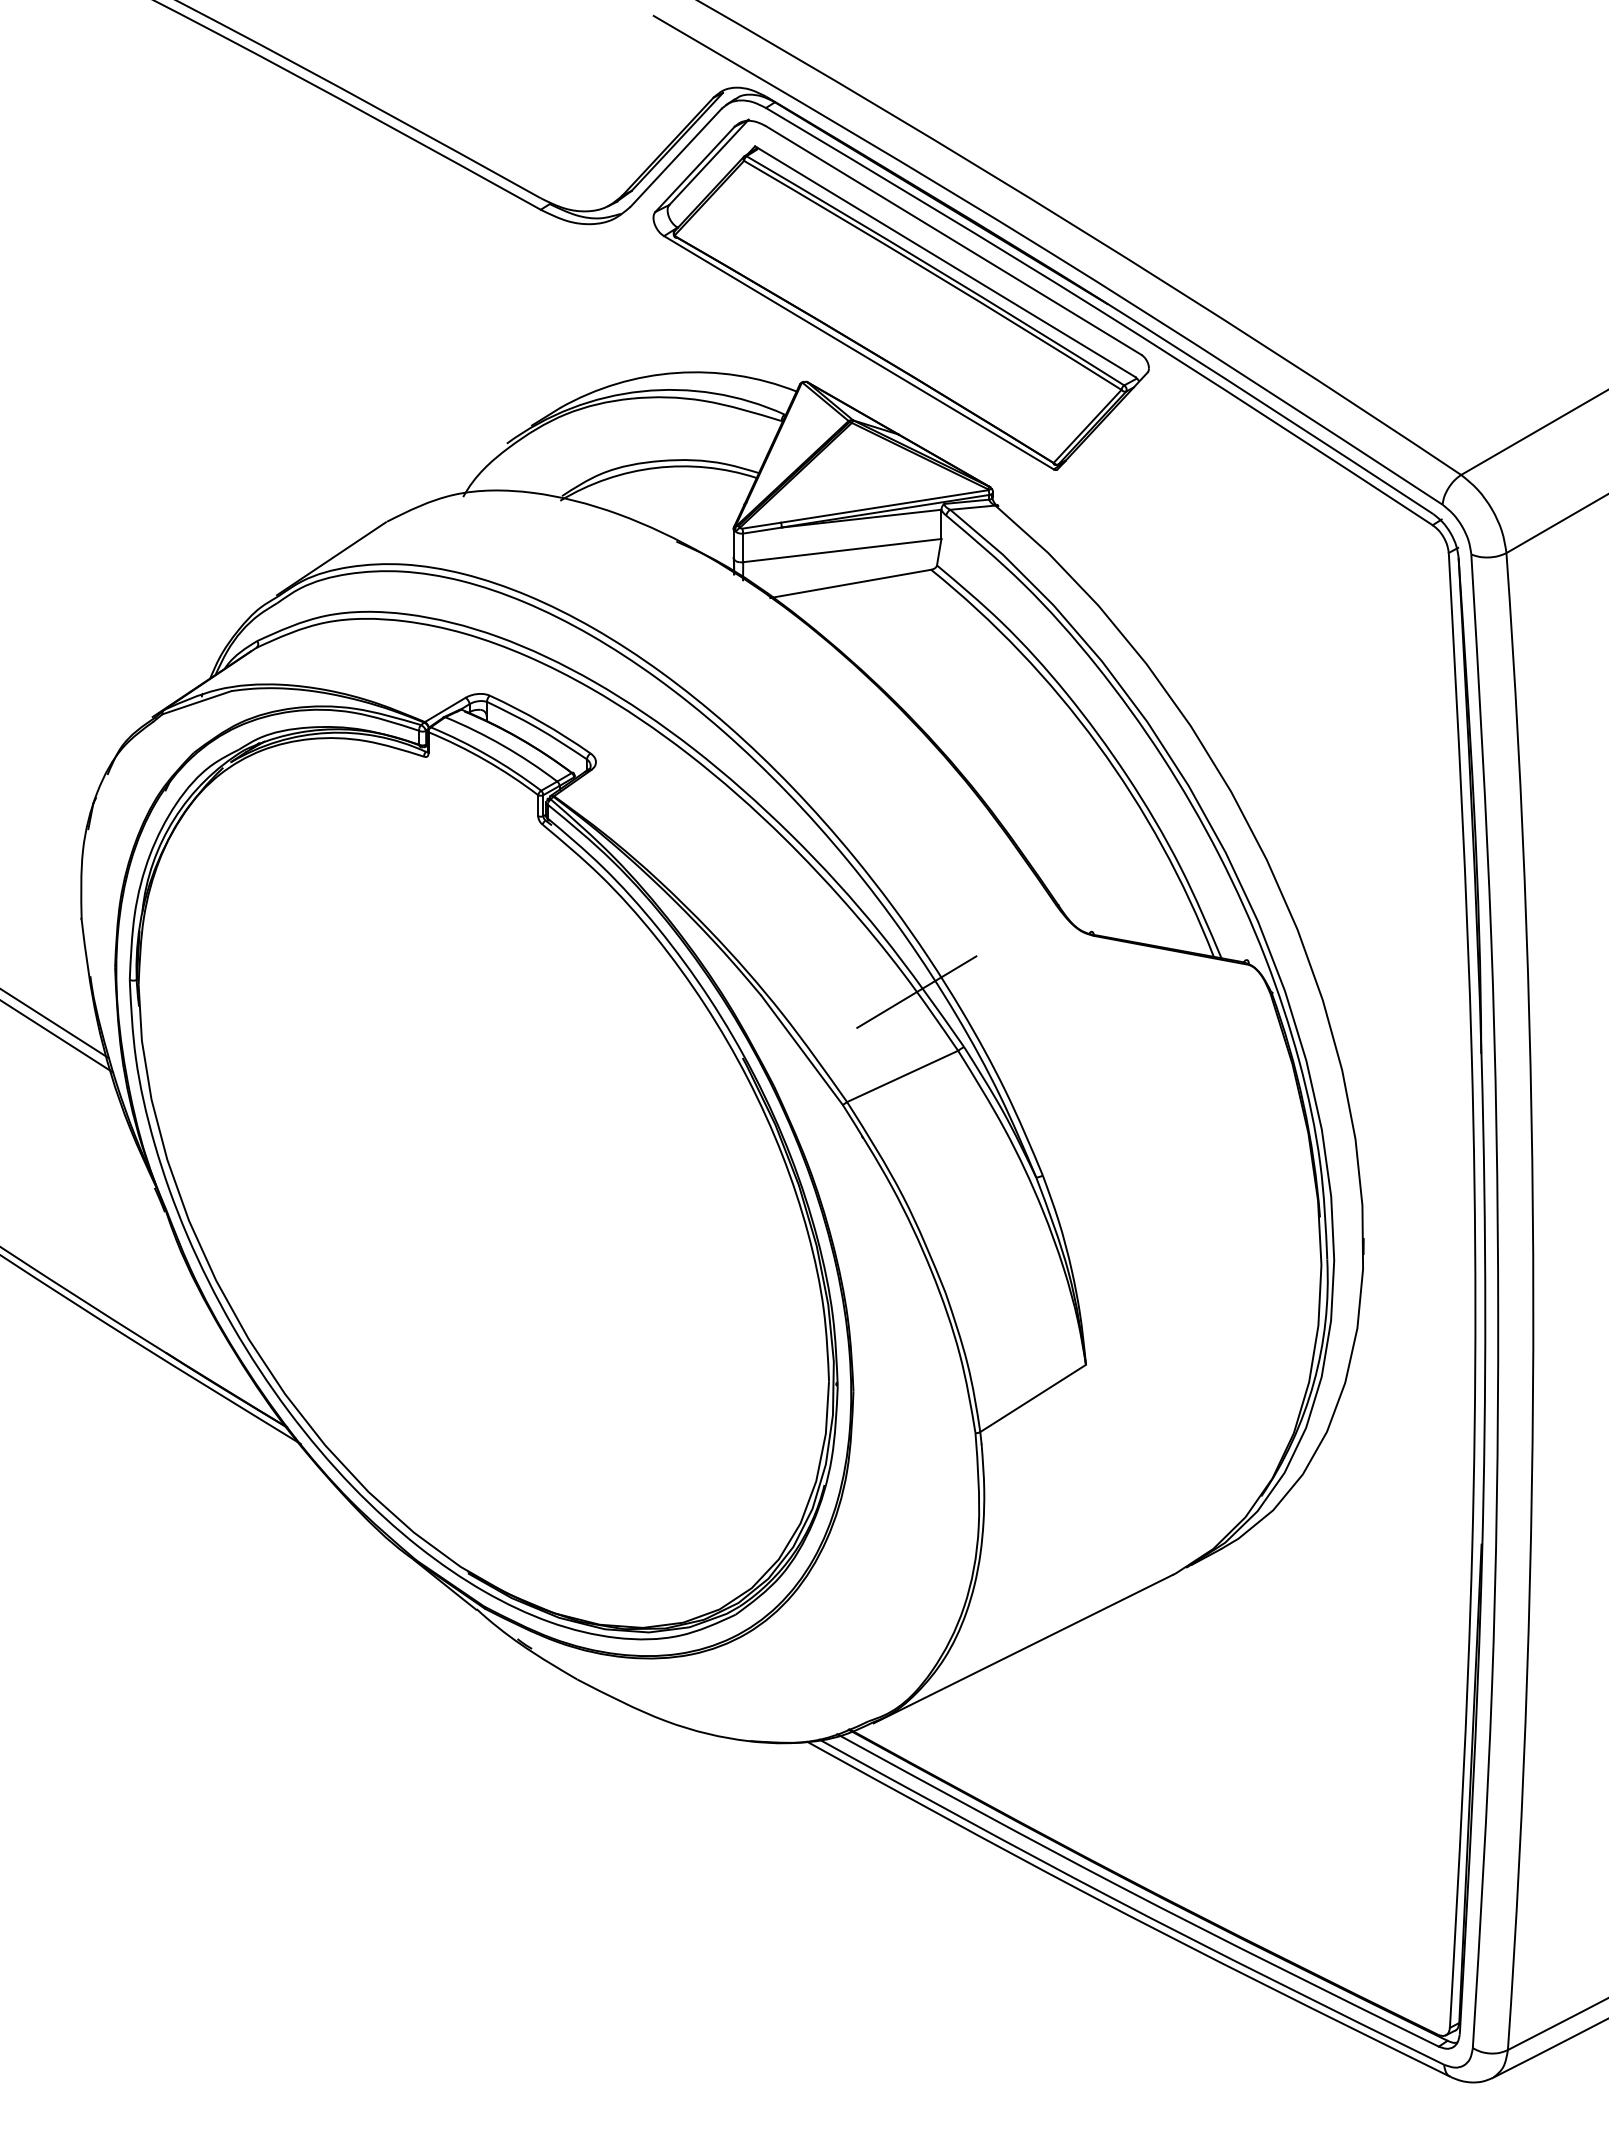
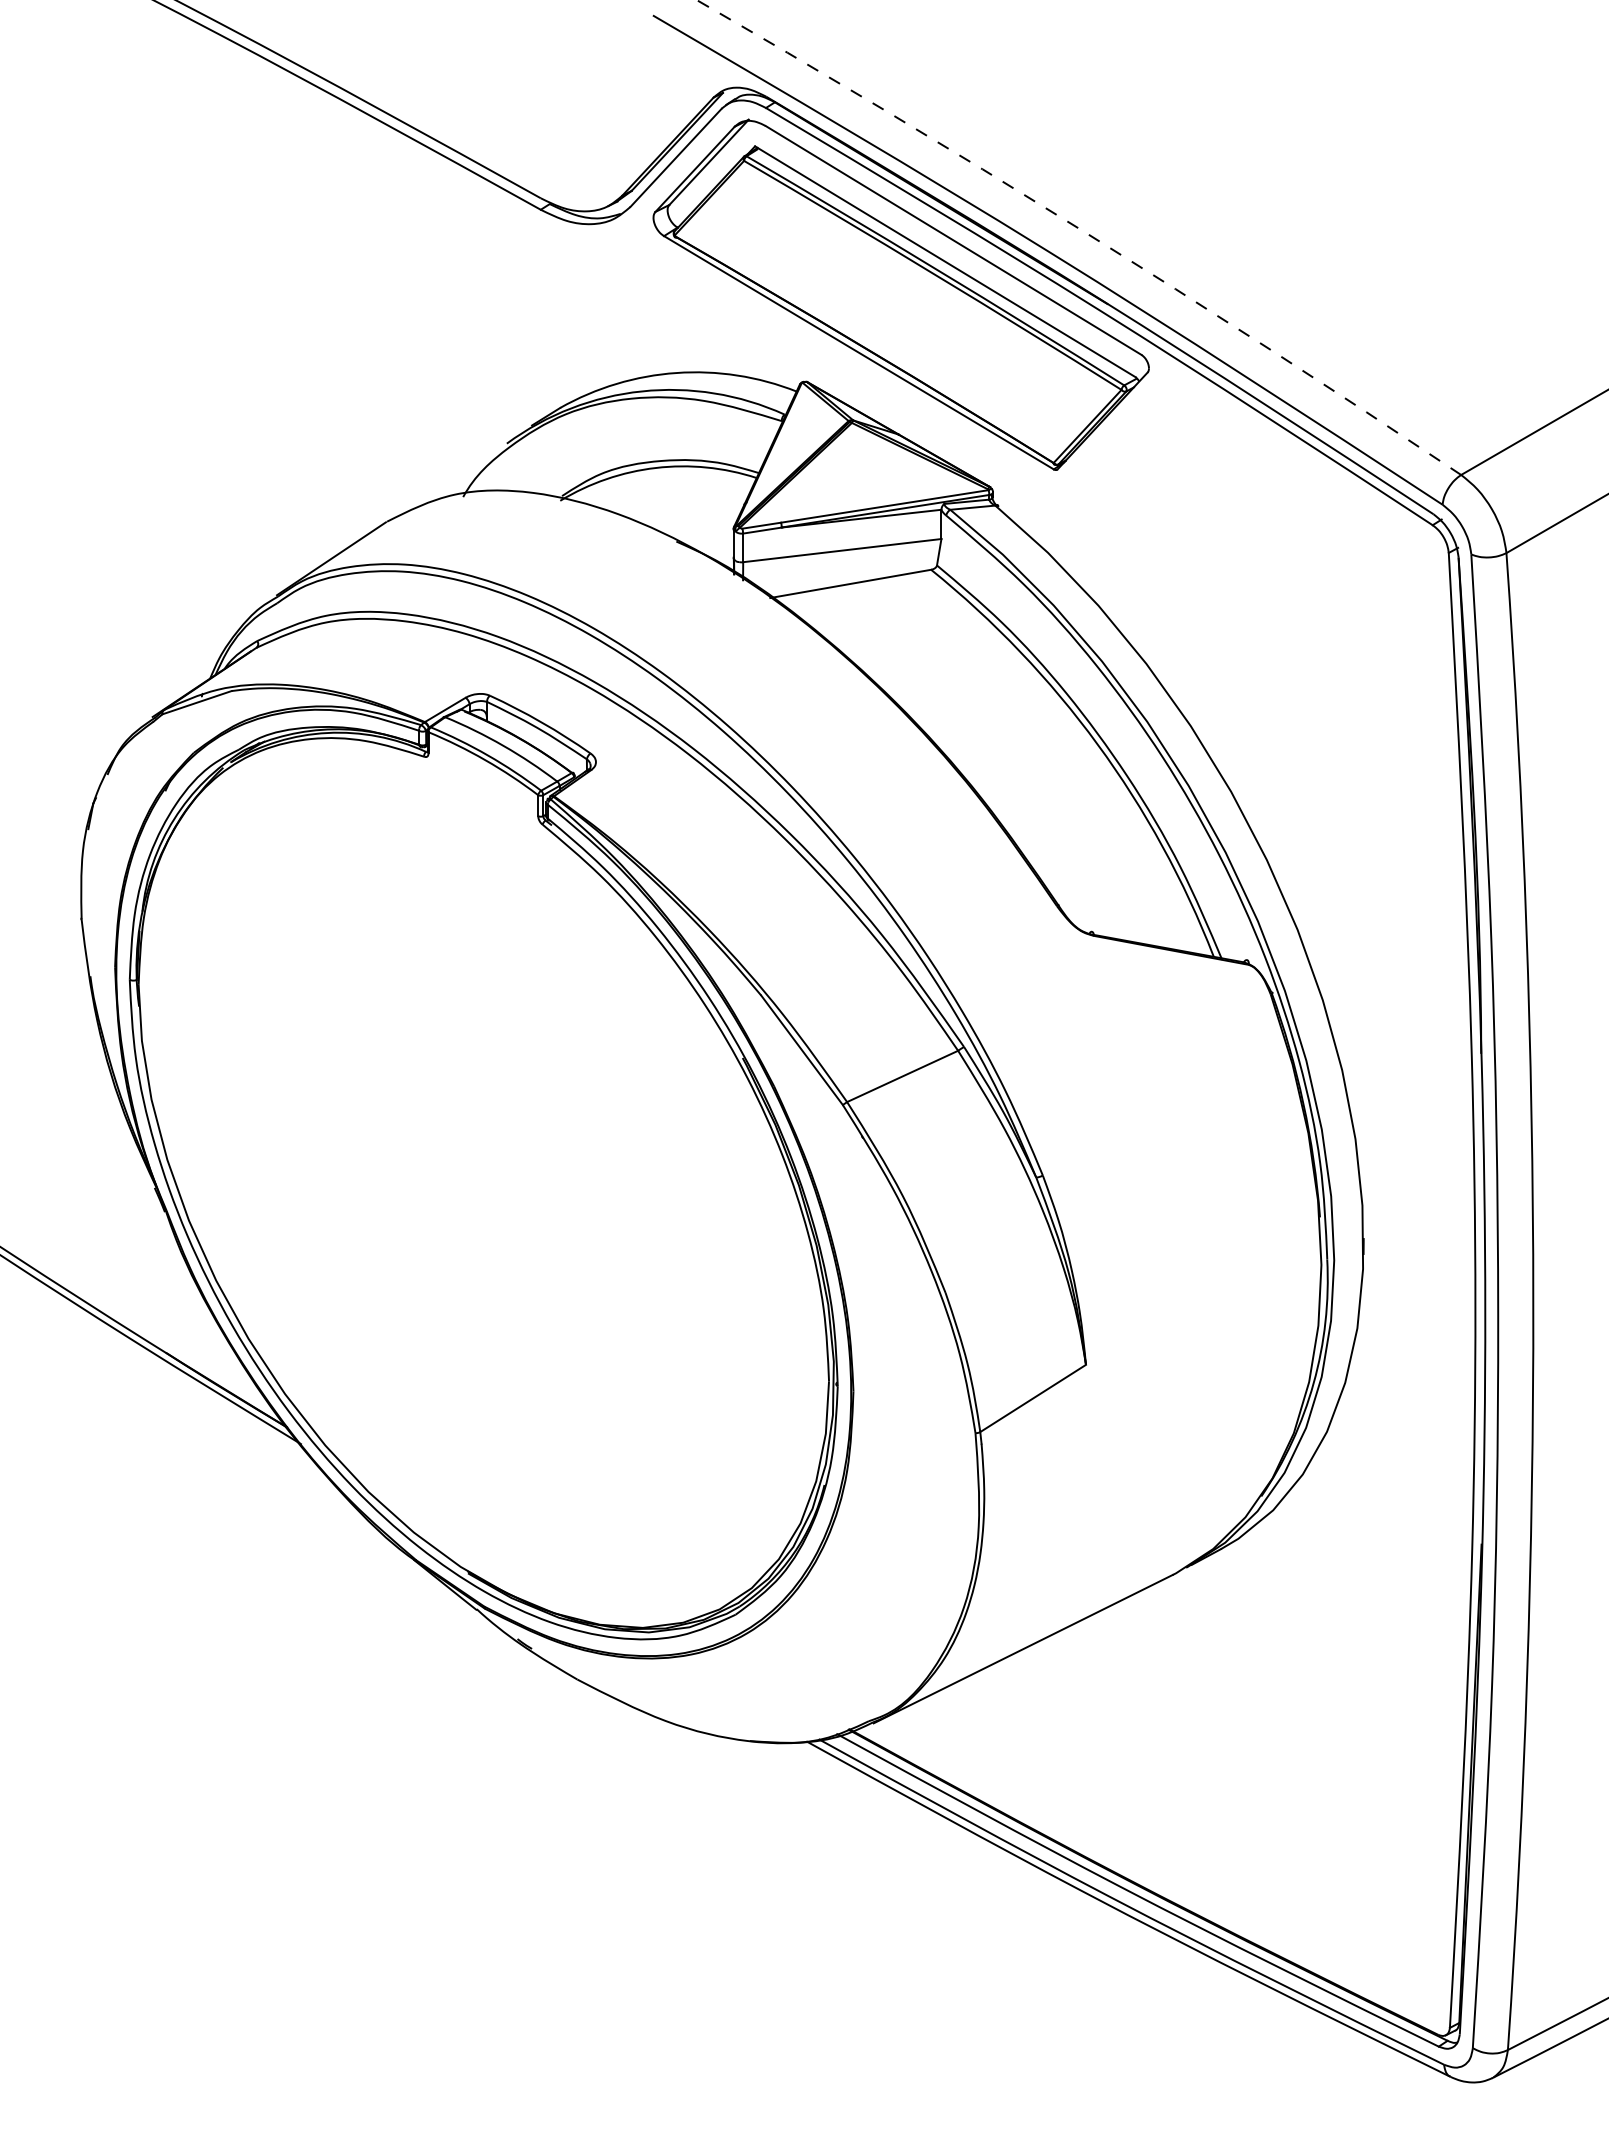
arc at (1082, 230): solid -> dashed
line at (916, 991): present -> none
line at (55, 1024): present -> none
line at (57, 1036): present -> none
